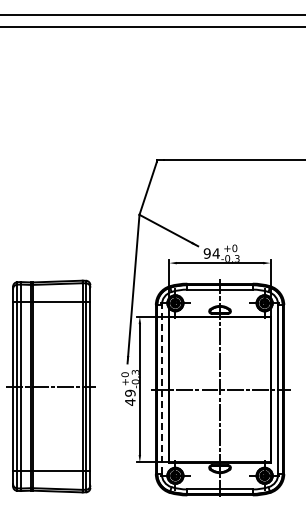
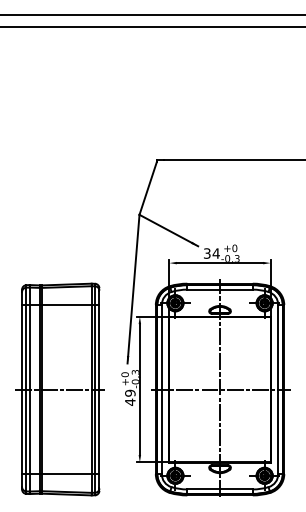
text at (206, 253): 94 -> 34
part at (50, 386) position: (50, 386) -> (59, 389)
line at (161, 389): dashed -> solid
